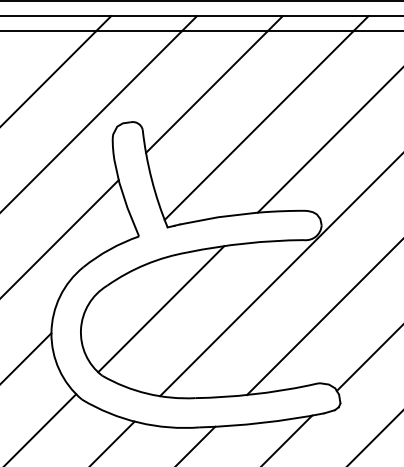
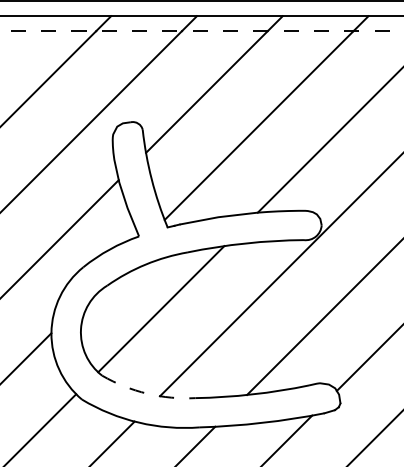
line at (202, 31): solid -> dashed
arc at (147, 393): solid -> dashed
